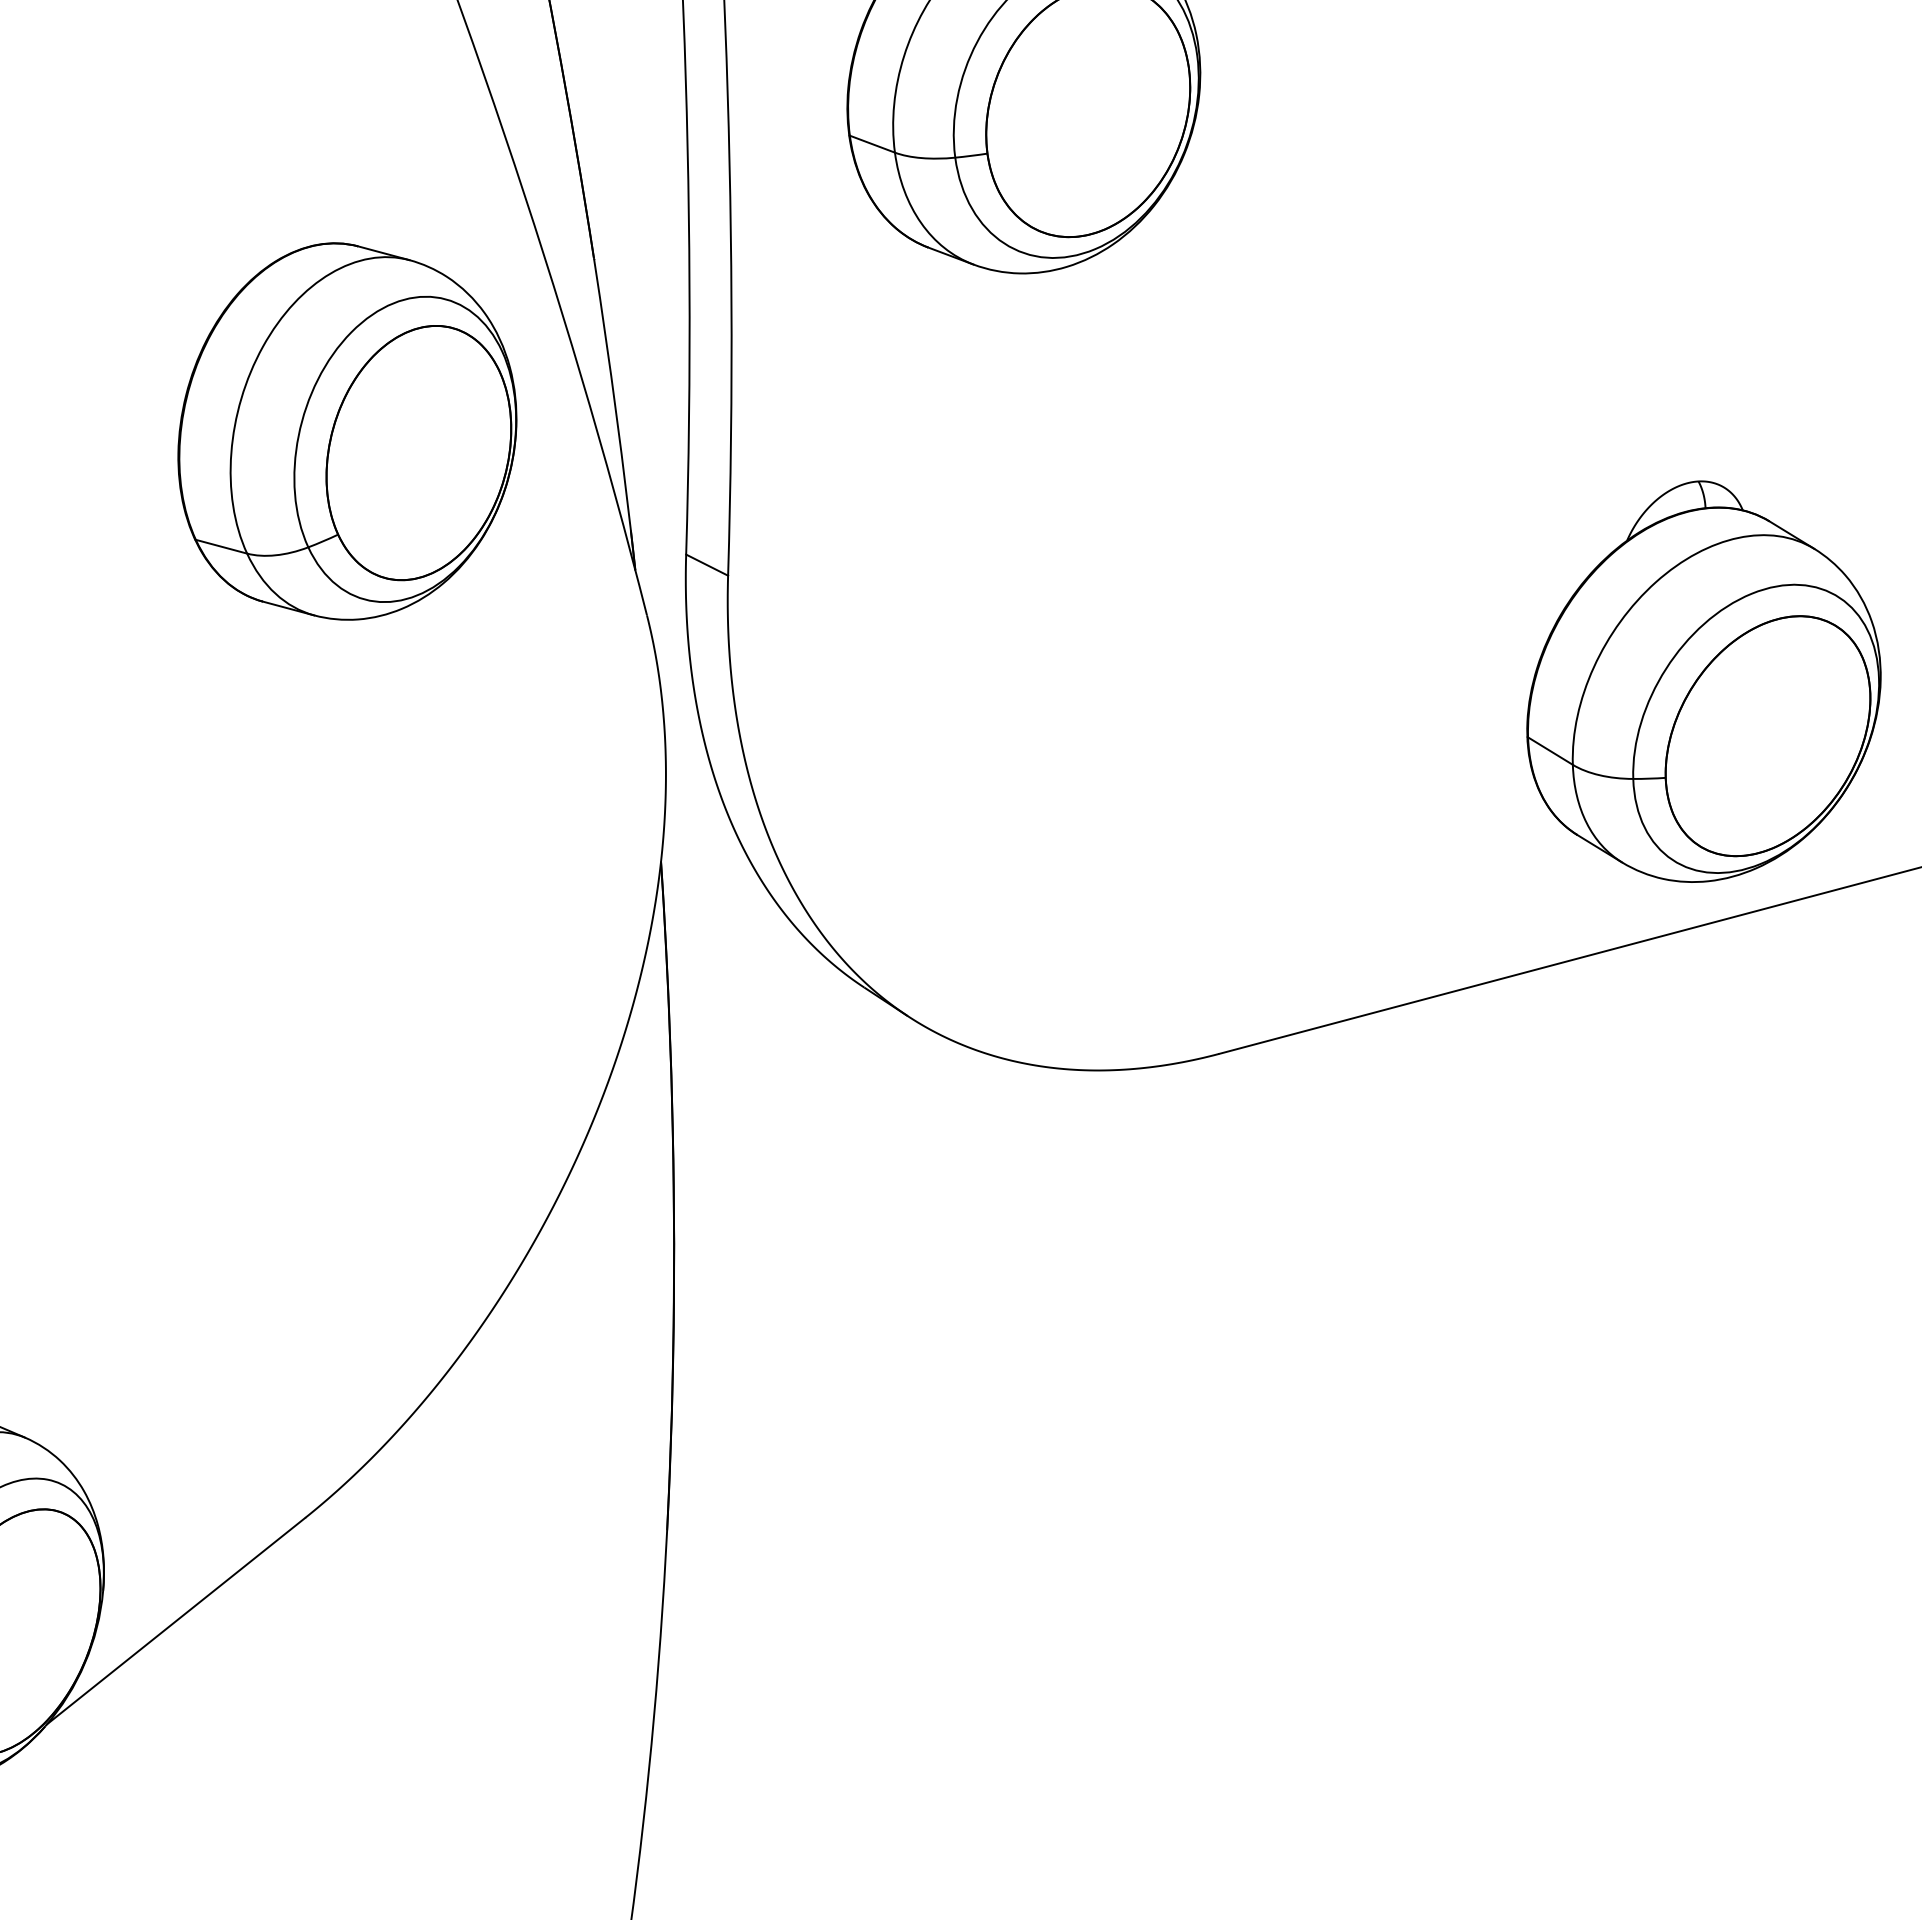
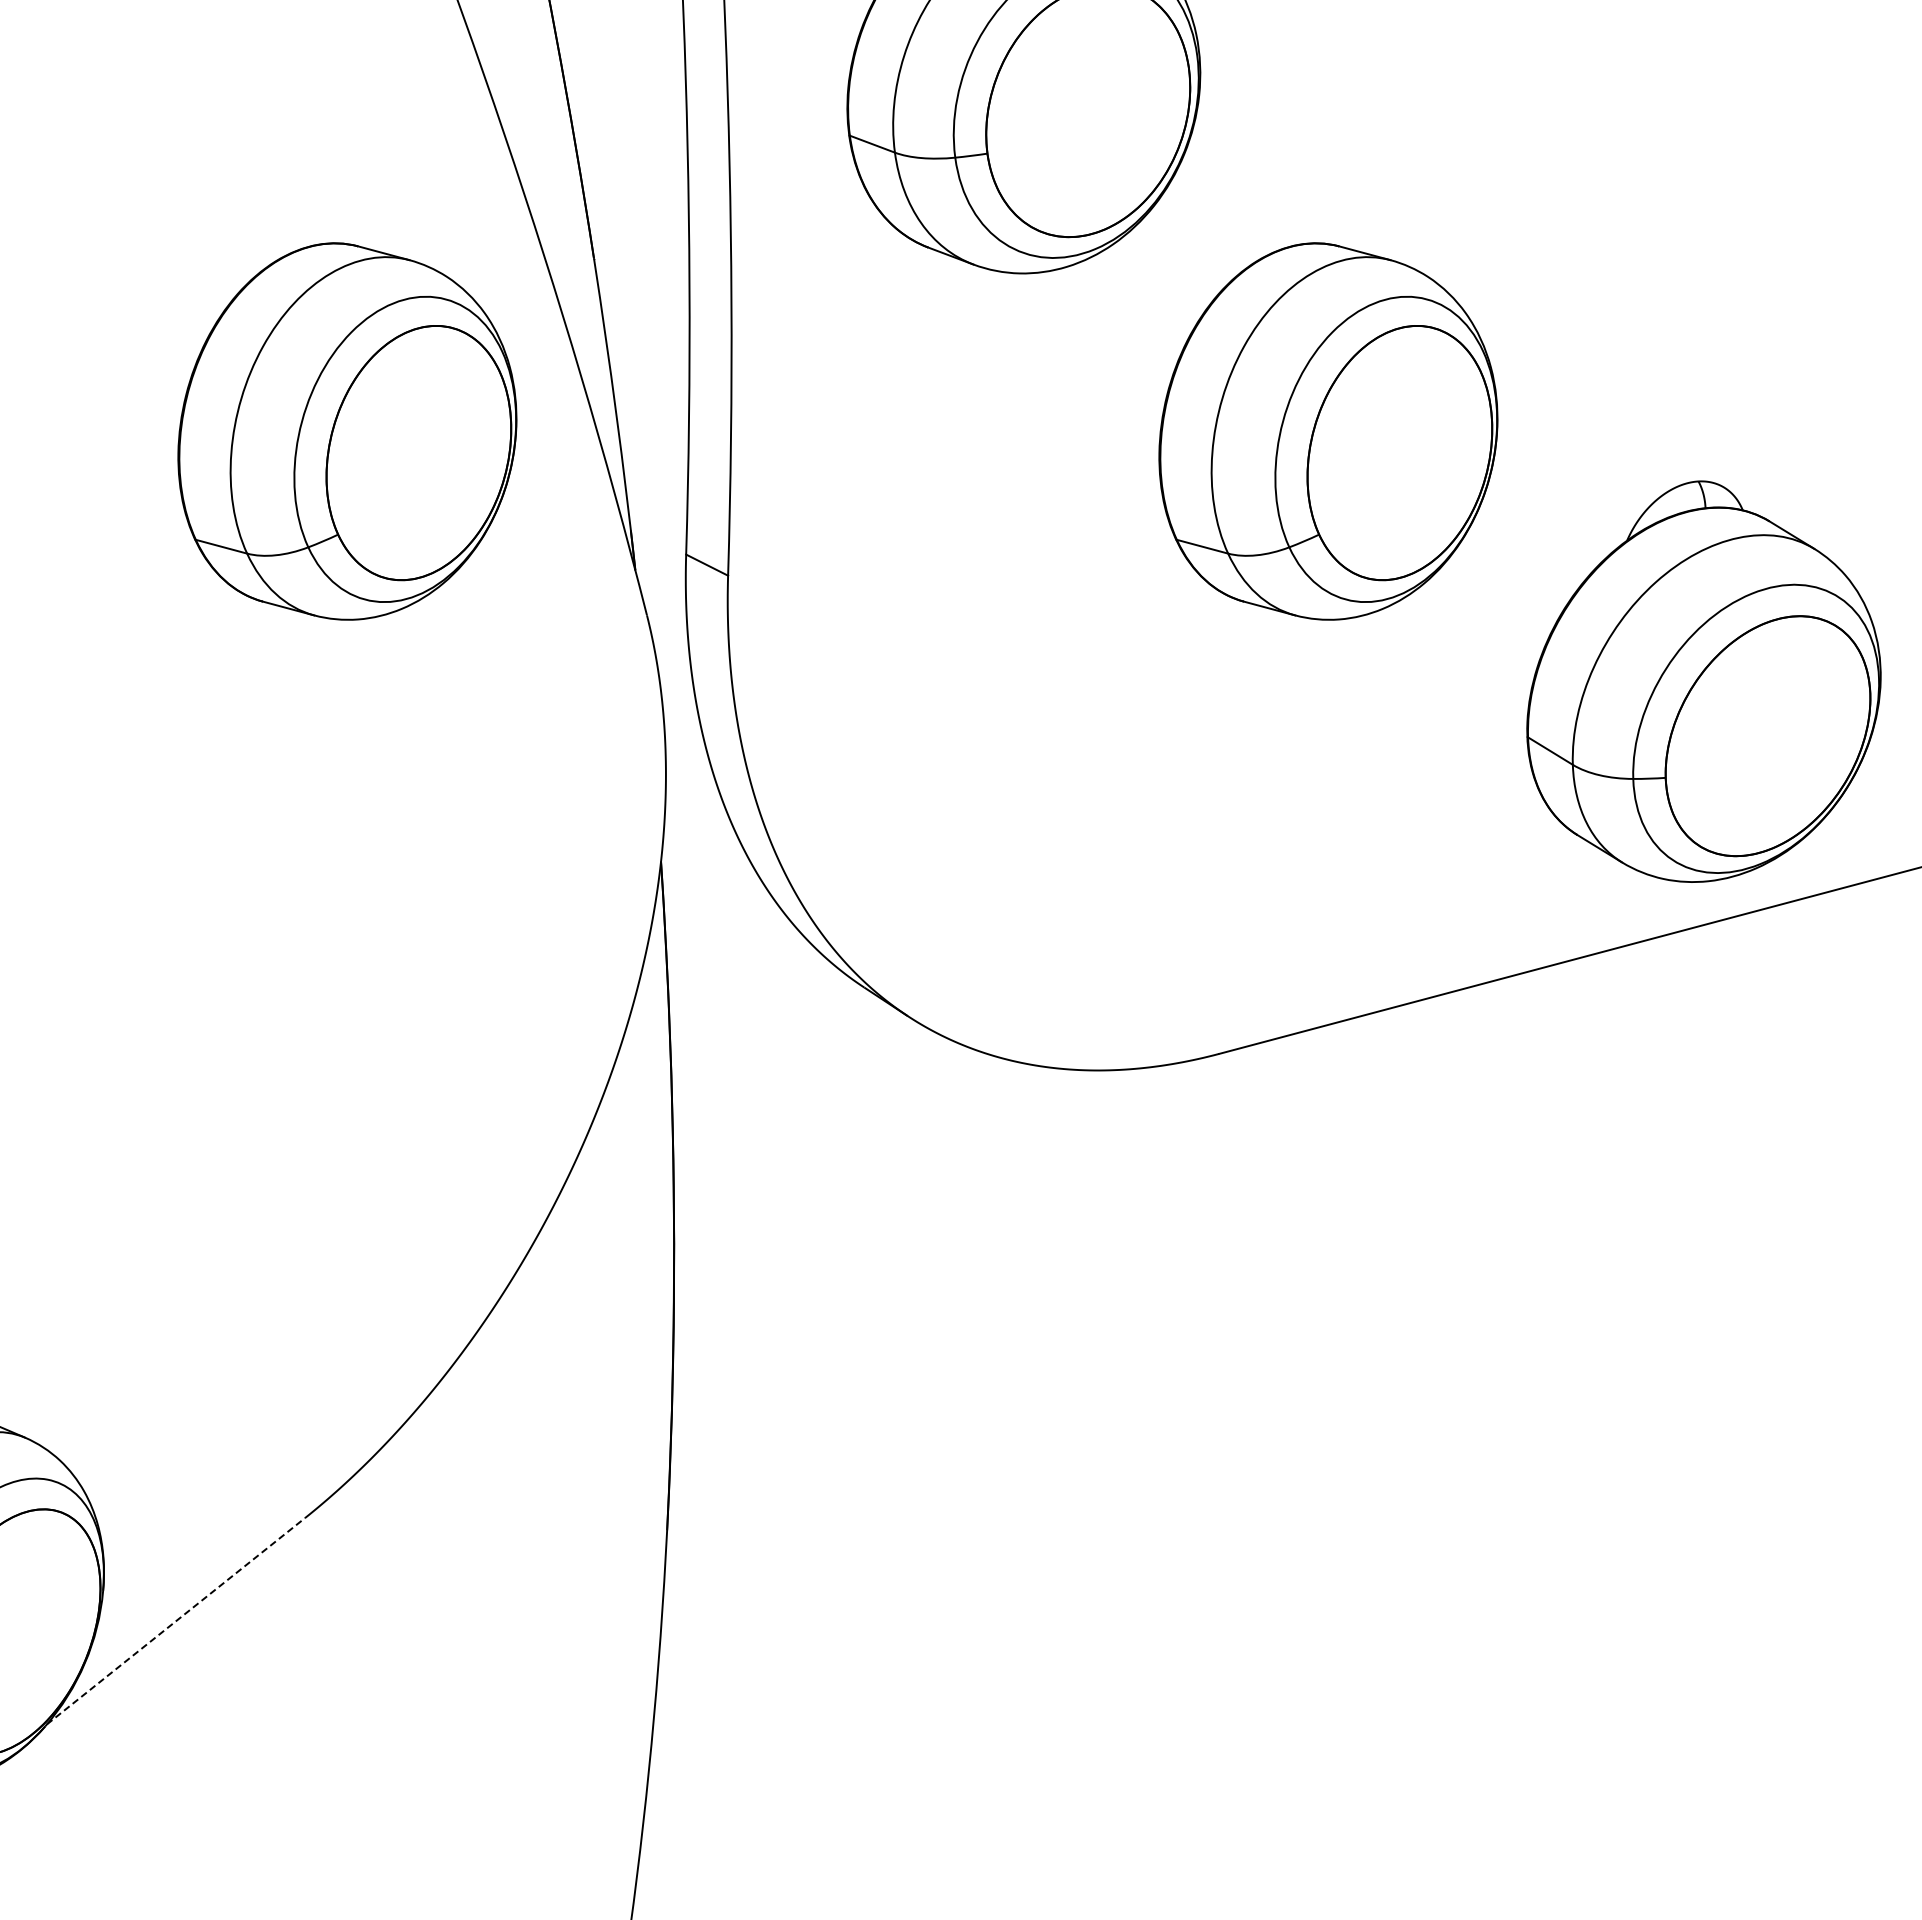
part at (1328, 431): none -> present
line at (176, 1620): solid -> dashed
